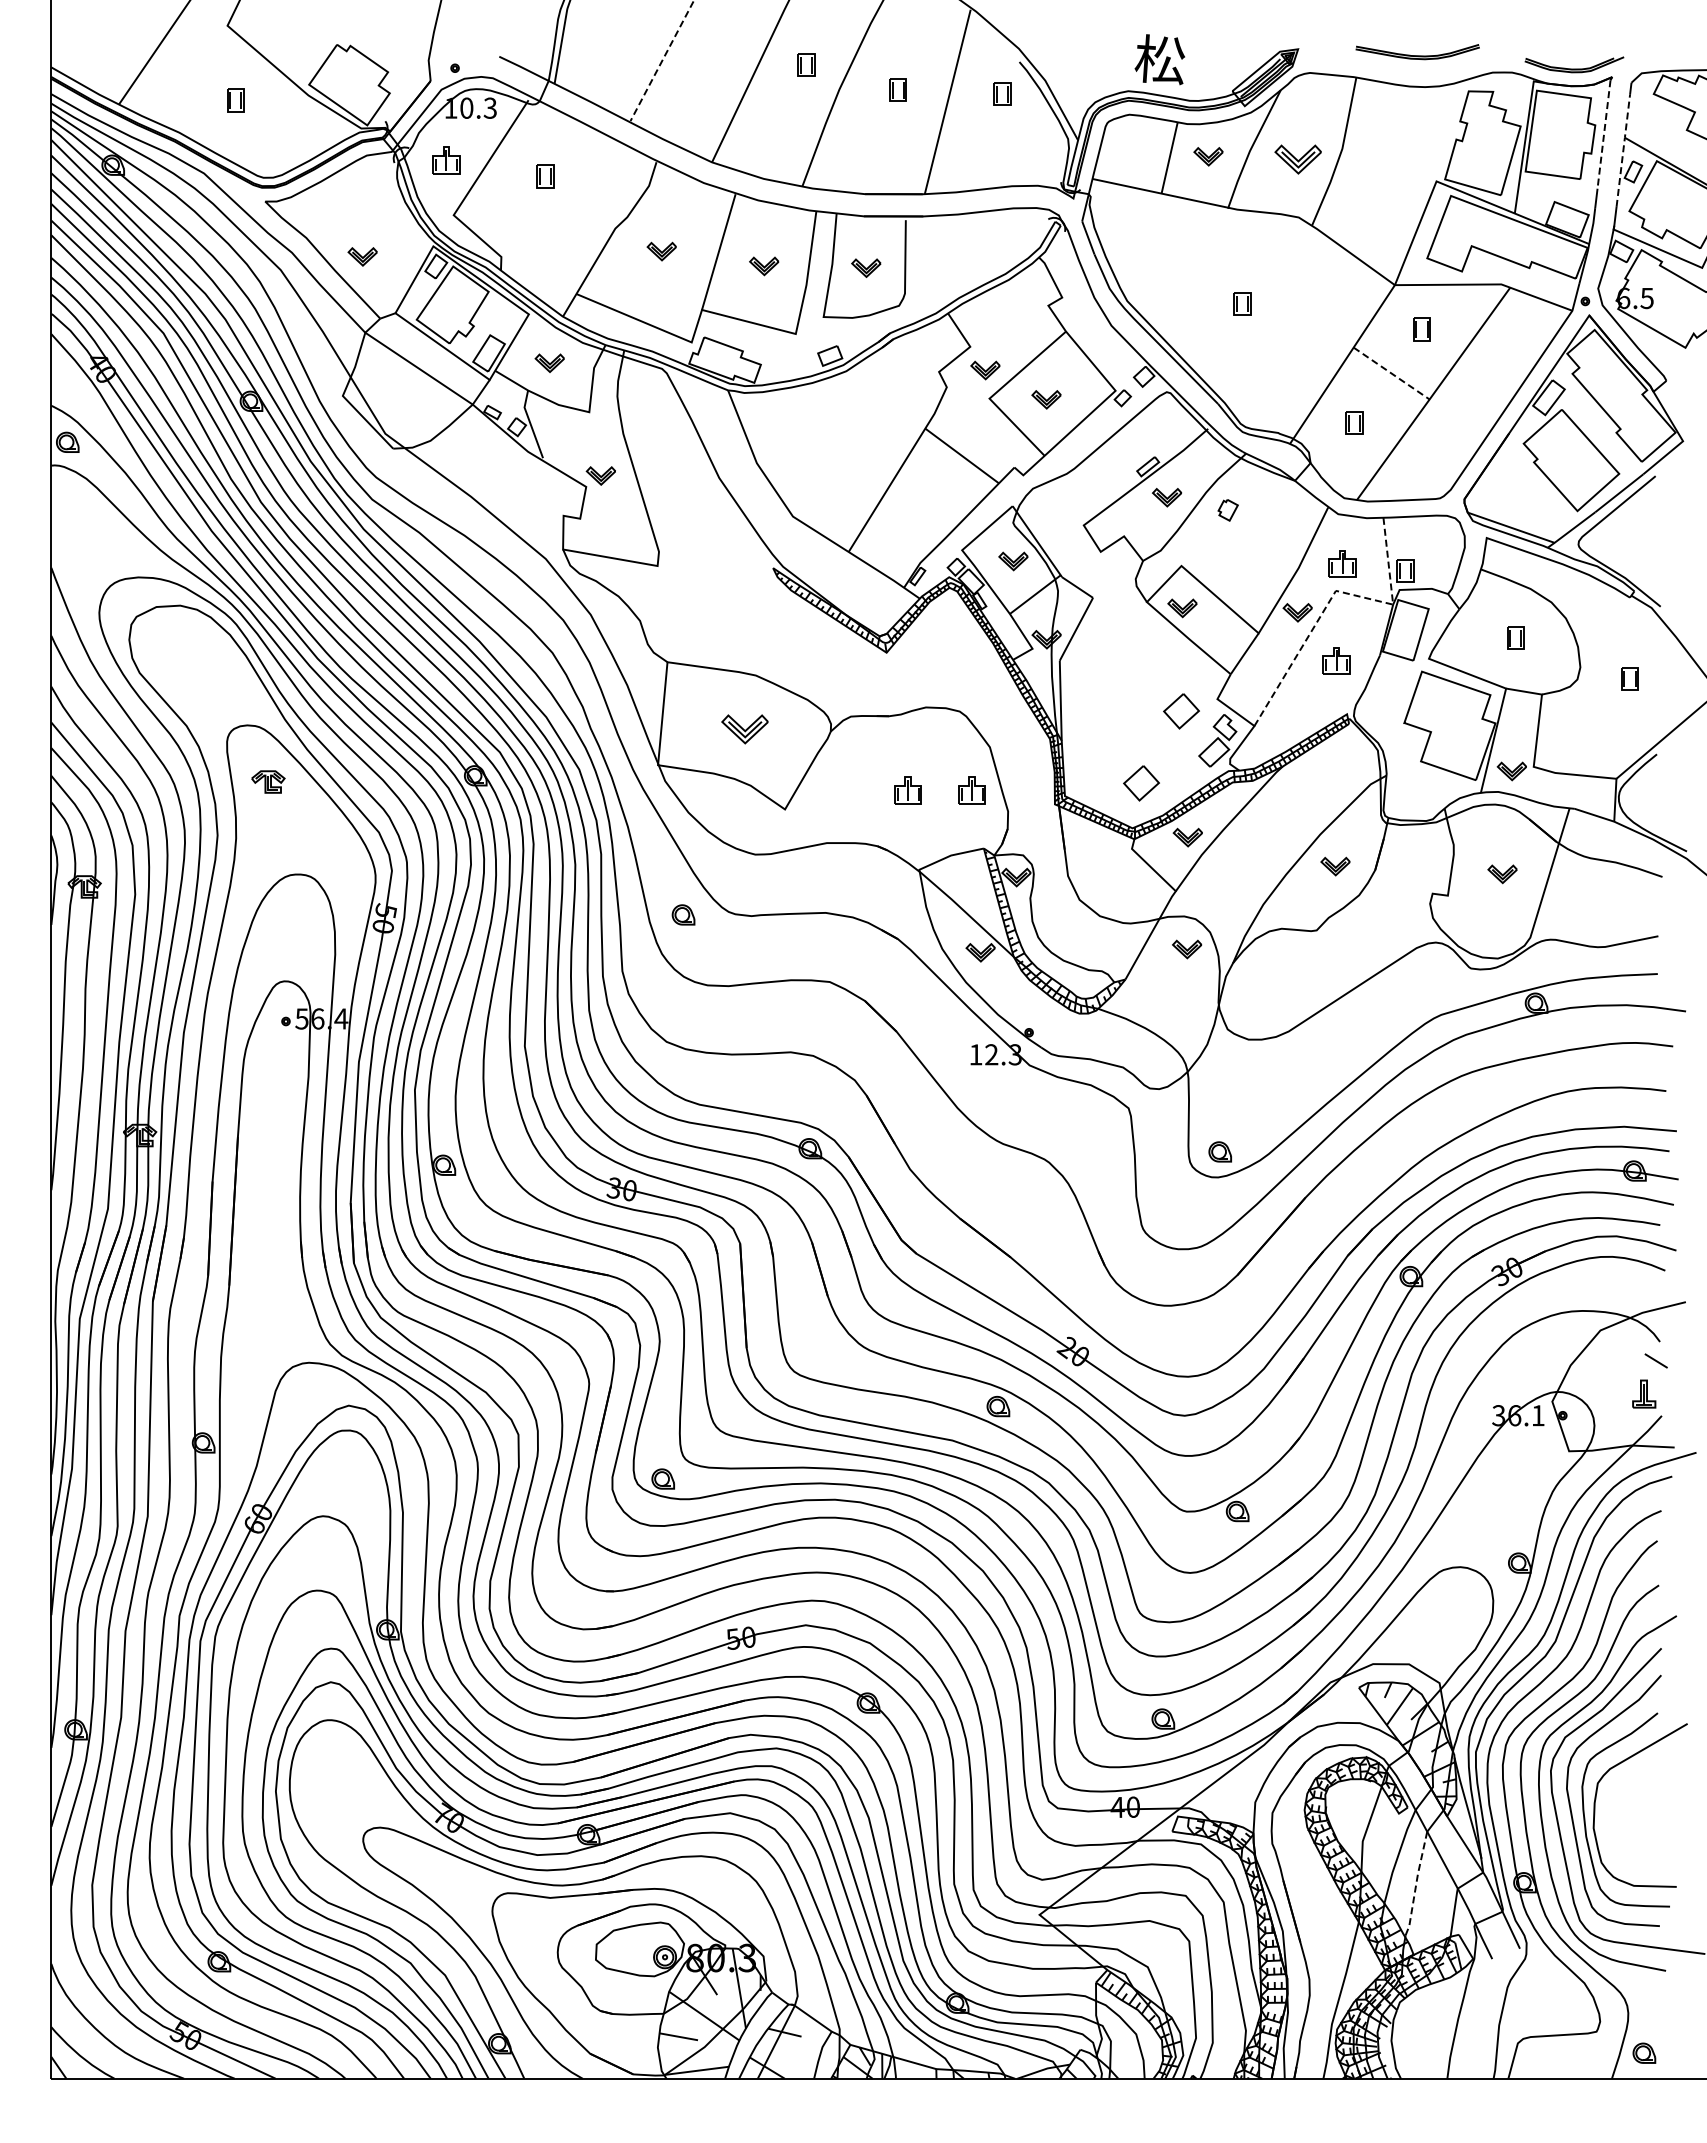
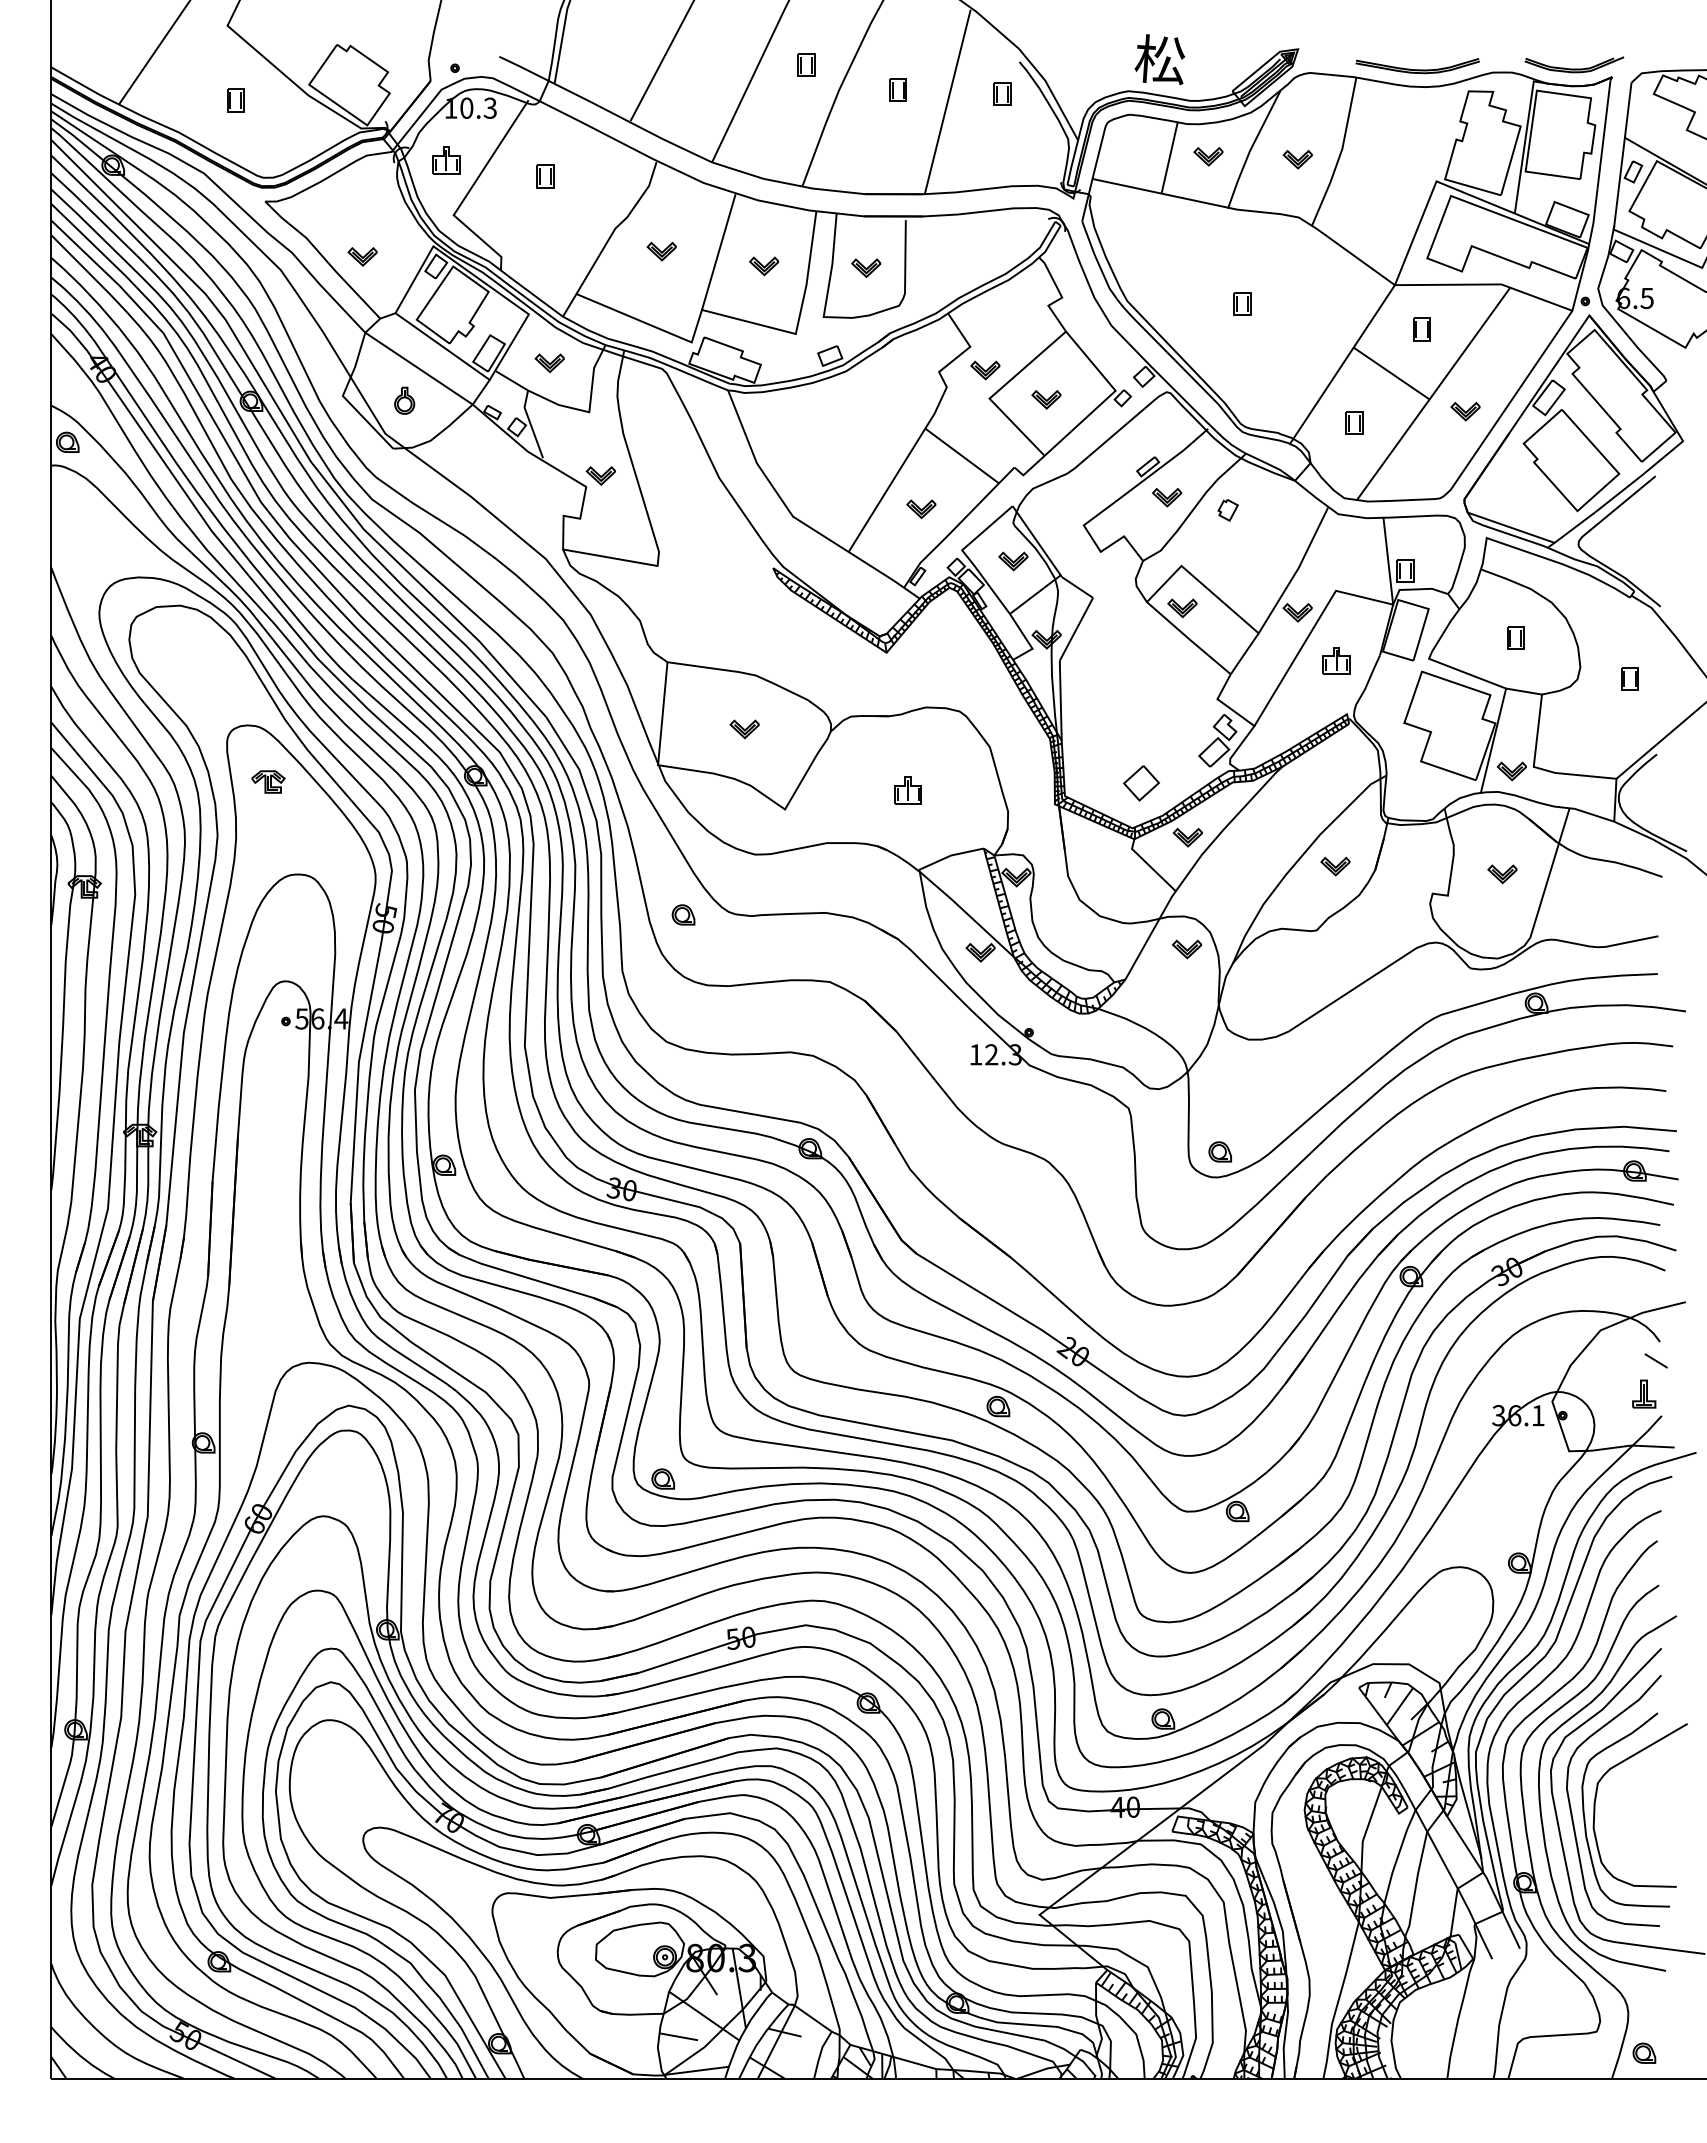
part at (1417, 52) position: (1417, 52) -> (1417, 66)
line at (662, 61): dashed -> solid
line at (1604, 134): dashed -> solid
line at (1623, 149): dashed -> solid
part at (1297, 159) size: 48x31 px -> 31x20 px
line at (1391, 373): dashed -> solid
part at (404, 400): none -> present
part at (1465, 411): none -> present
part at (921, 509): none -> present
part at (1342, 563): present -> none
line at (1333, 594): dashed -> solid
part at (1181, 711): present -> none
part at (744, 729) size: 48x31 px -> 31x21 px
part at (971, 790): present -> none
line at (1416, 1884): dashed -> solid
